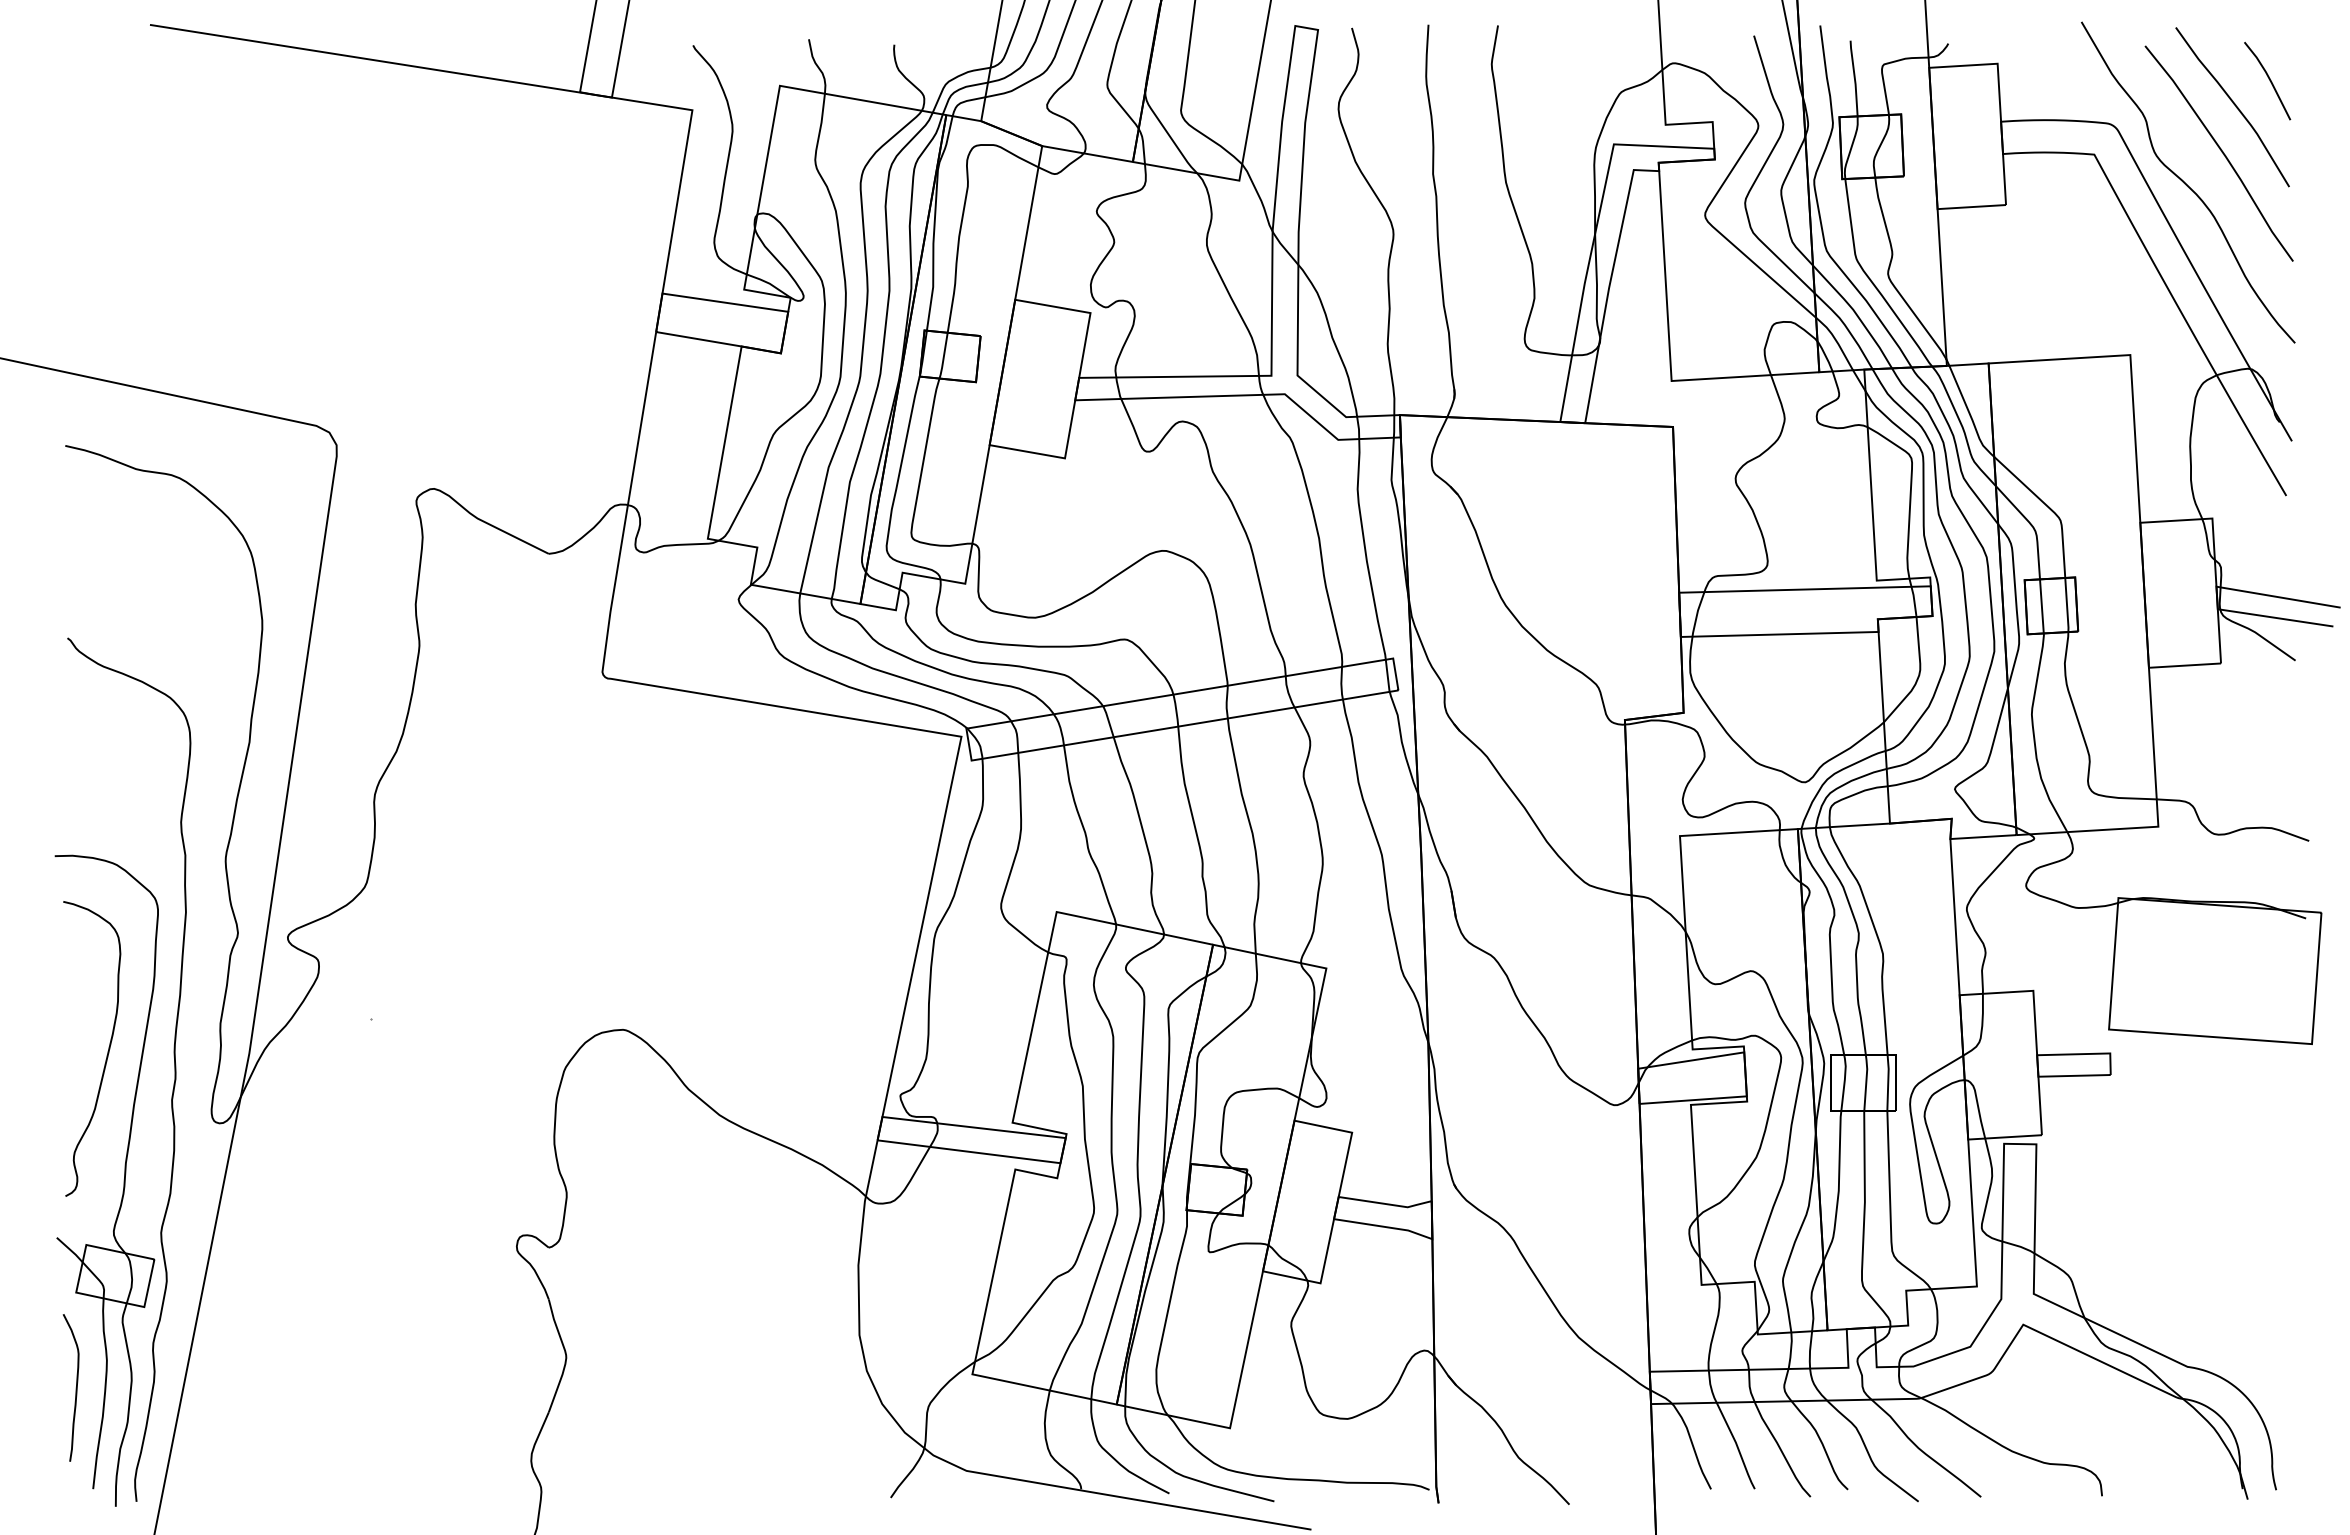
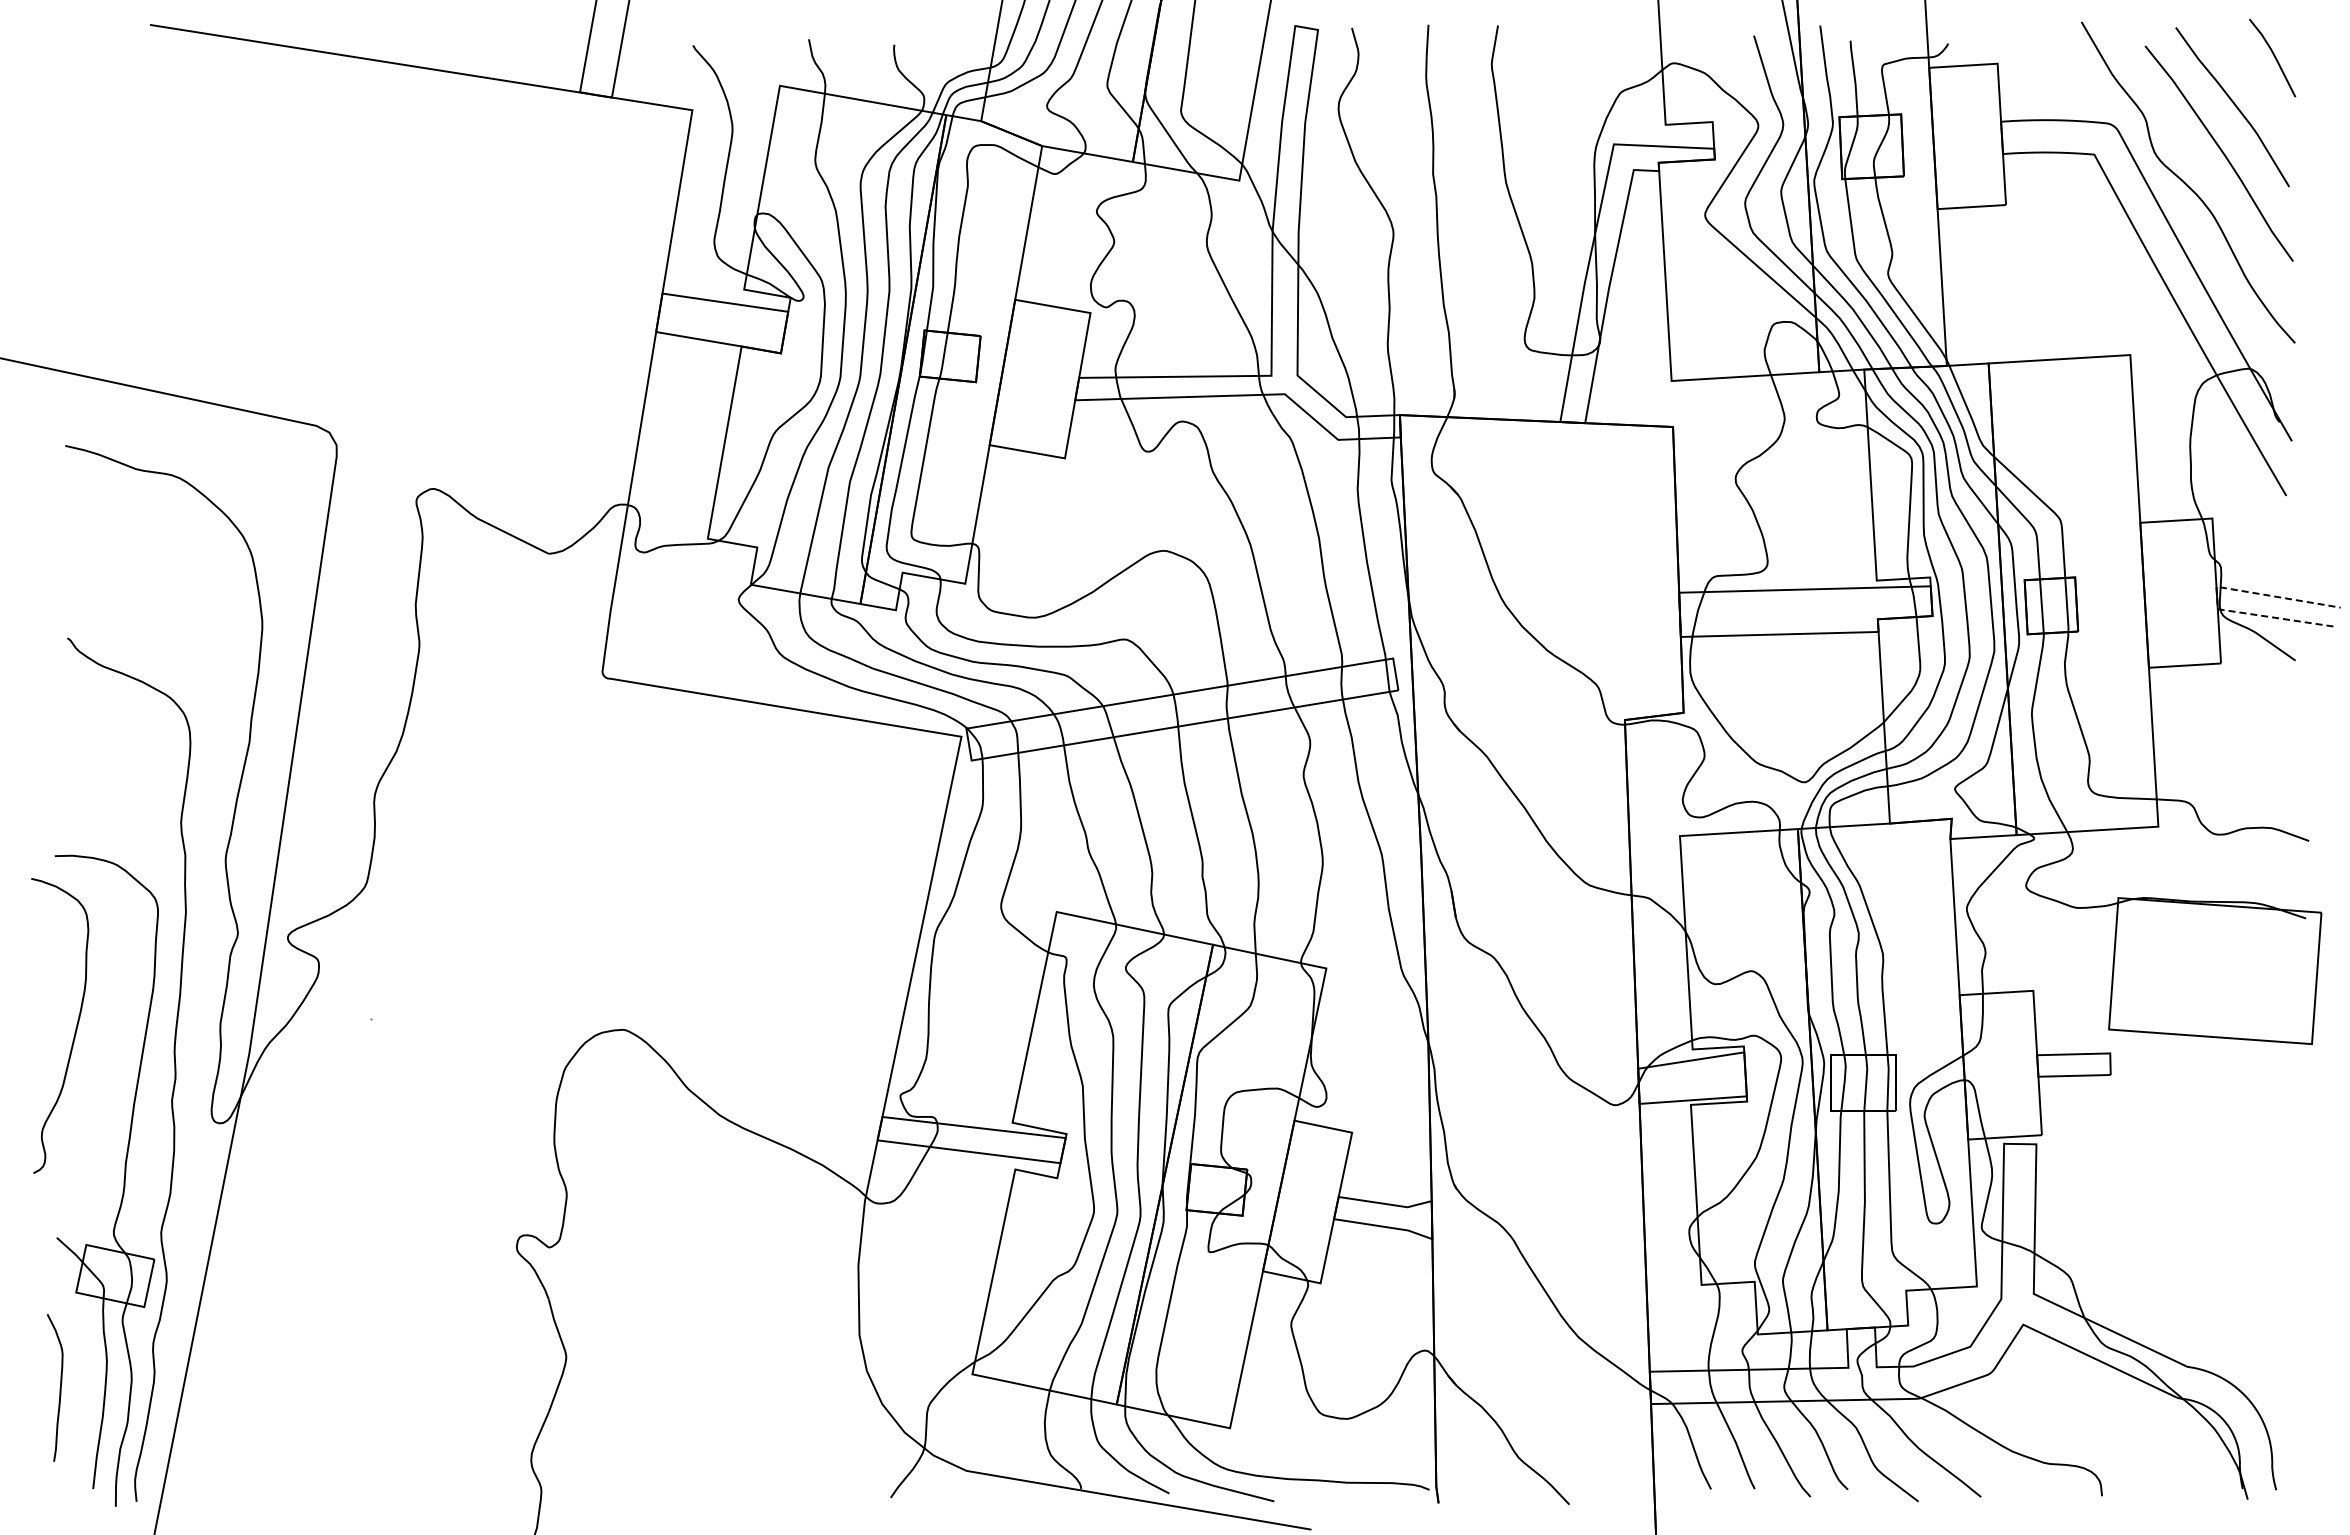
line at (2268, 79) position: (2268, 79) -> (2273, 56)
line at (2216, 593): solid -> dashed
curve at (107, 1051) position: (107, 1051) -> (75, 1028)
curve at (75, 1387) position: (75, 1387) -> (59, 1387)
